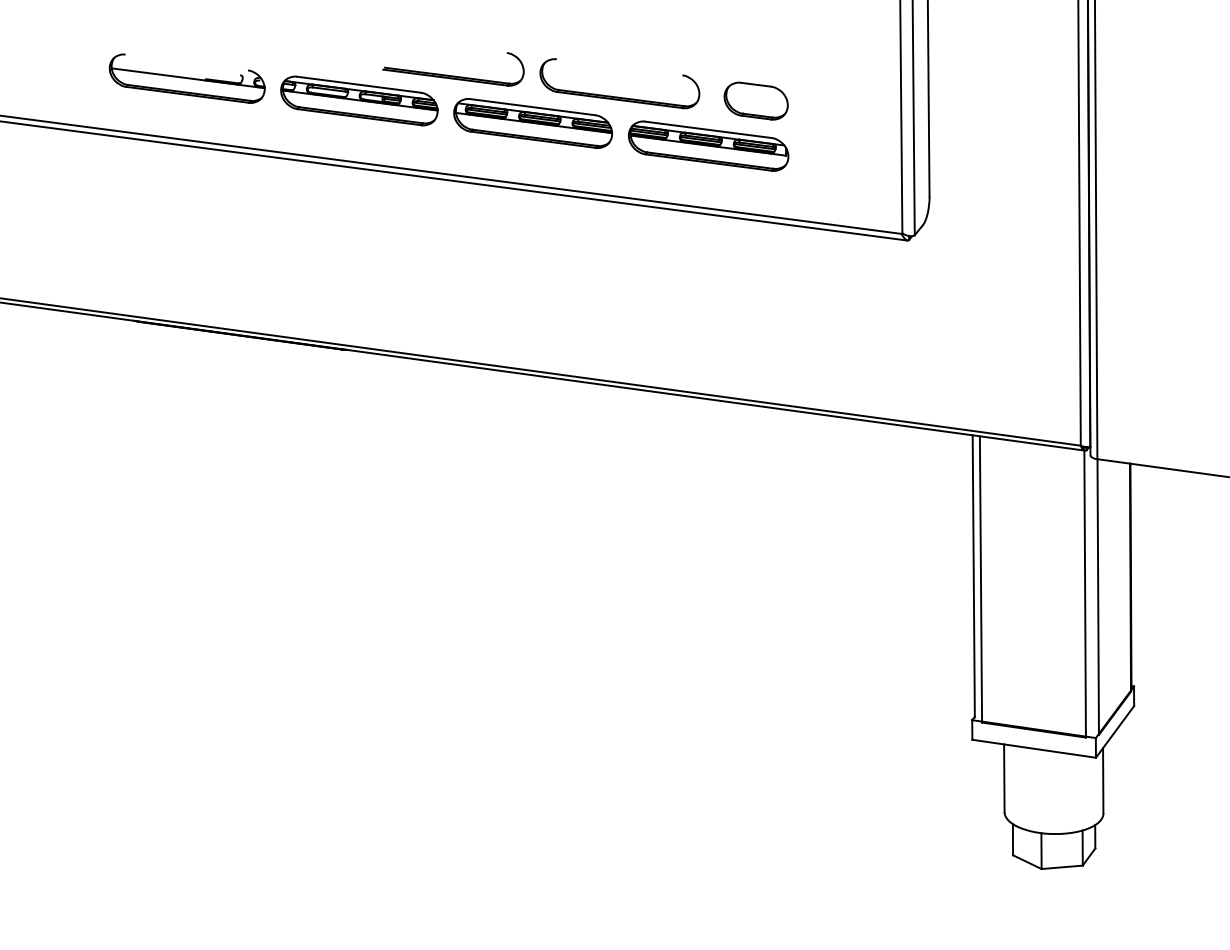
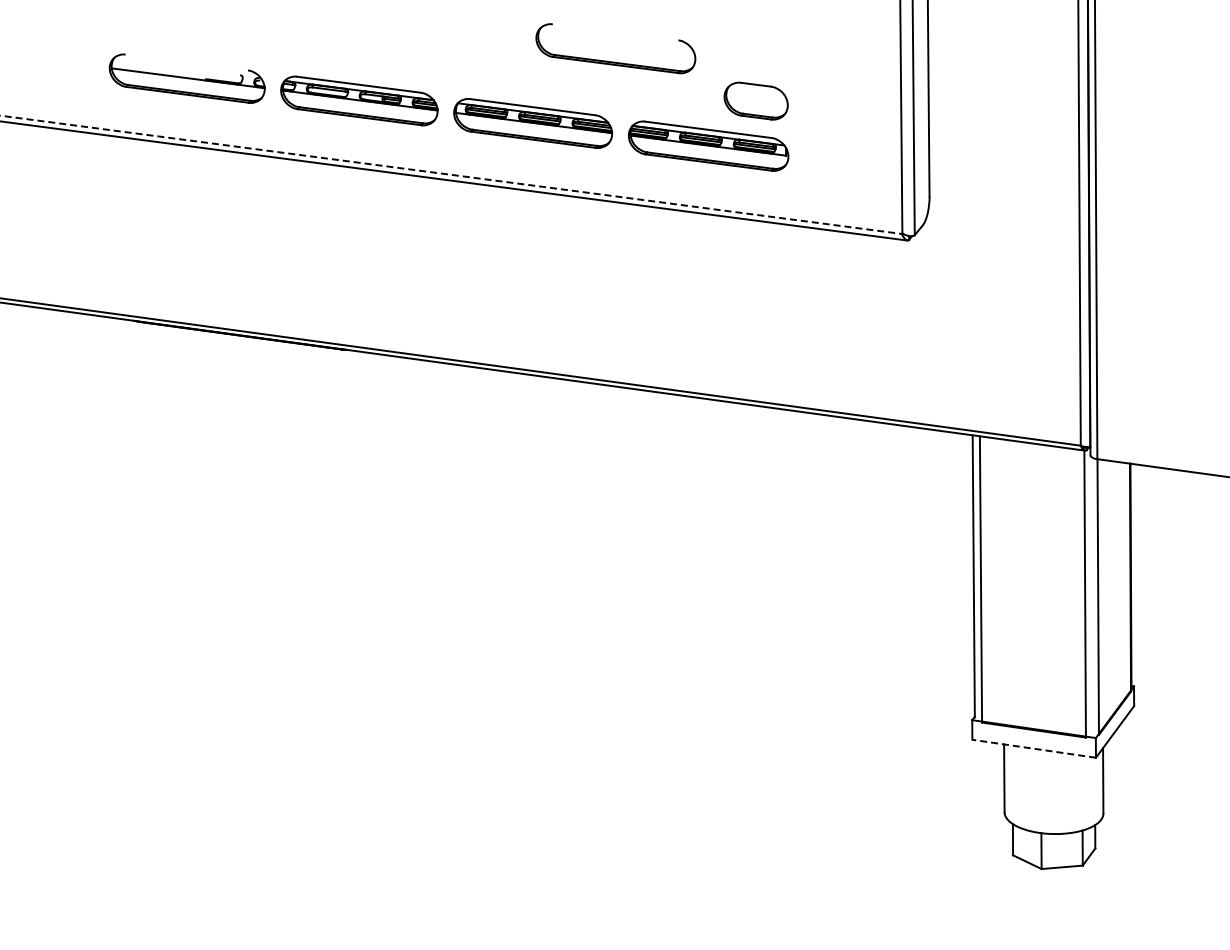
part at (453, 69): present -> none
part at (619, 96) position: (619, 96) -> (615, 61)
line at (451, 174): solid -> dashed
line at (1033, 748): solid -> dashed
